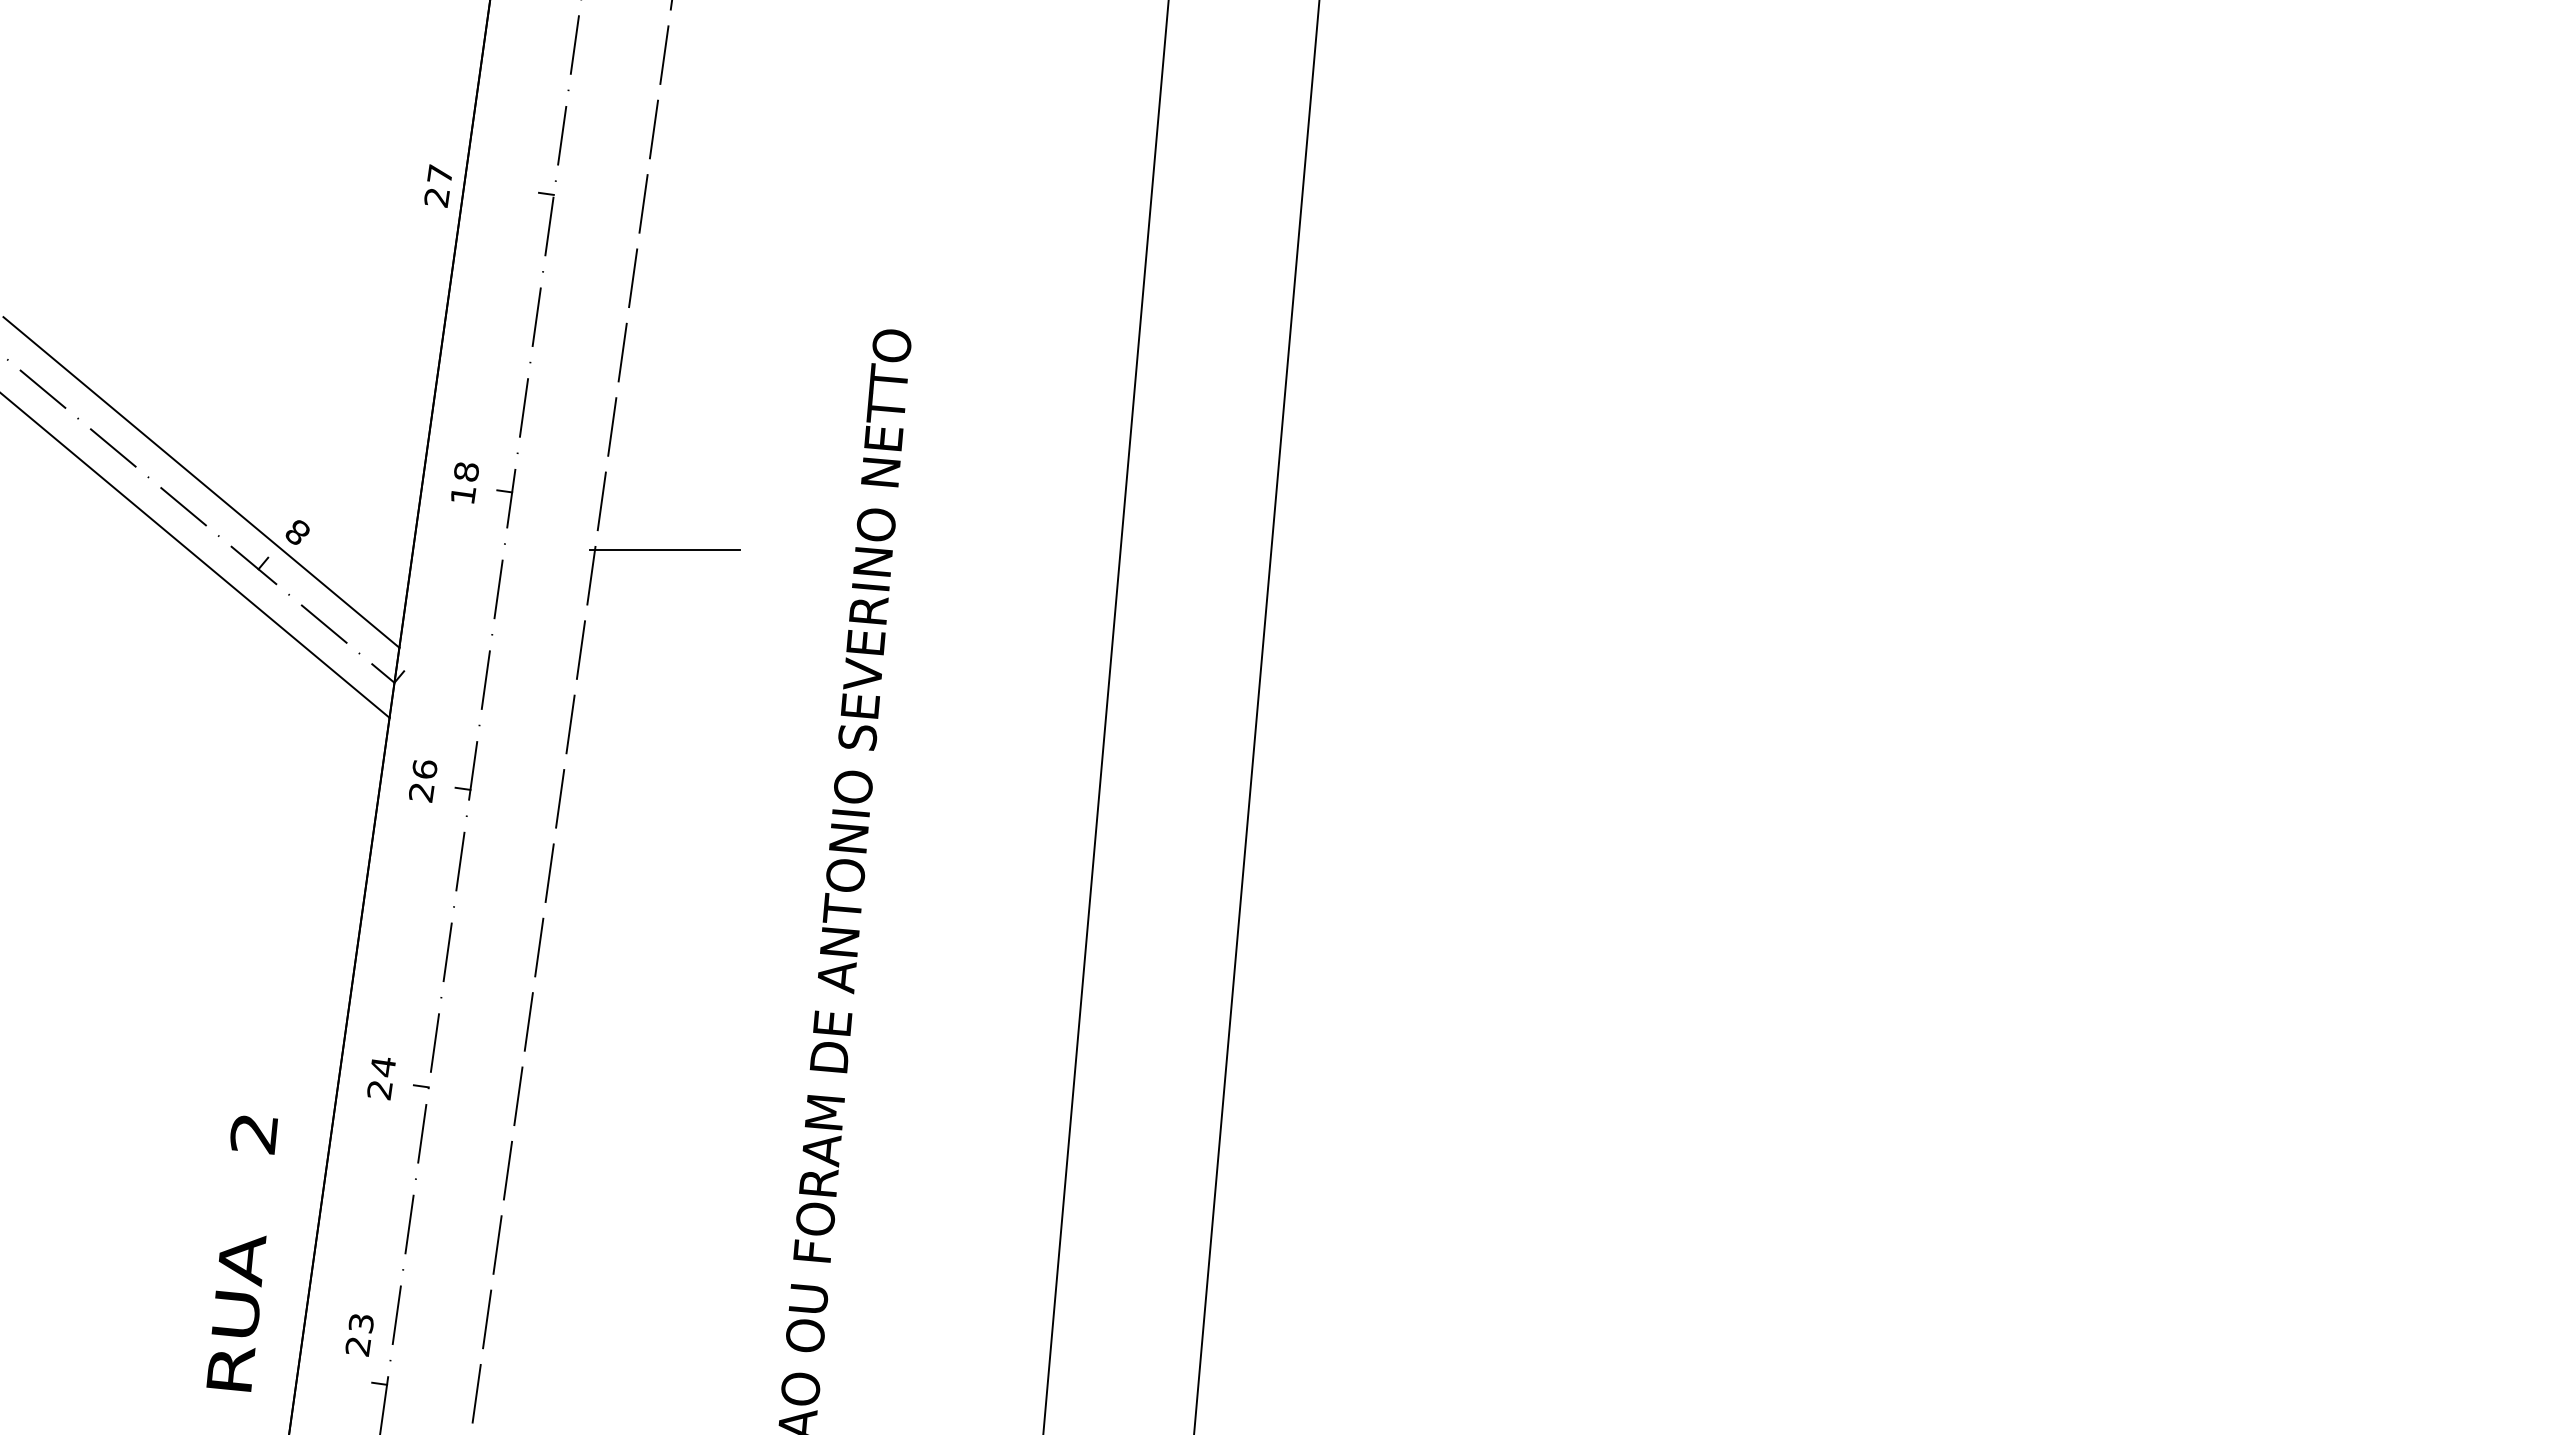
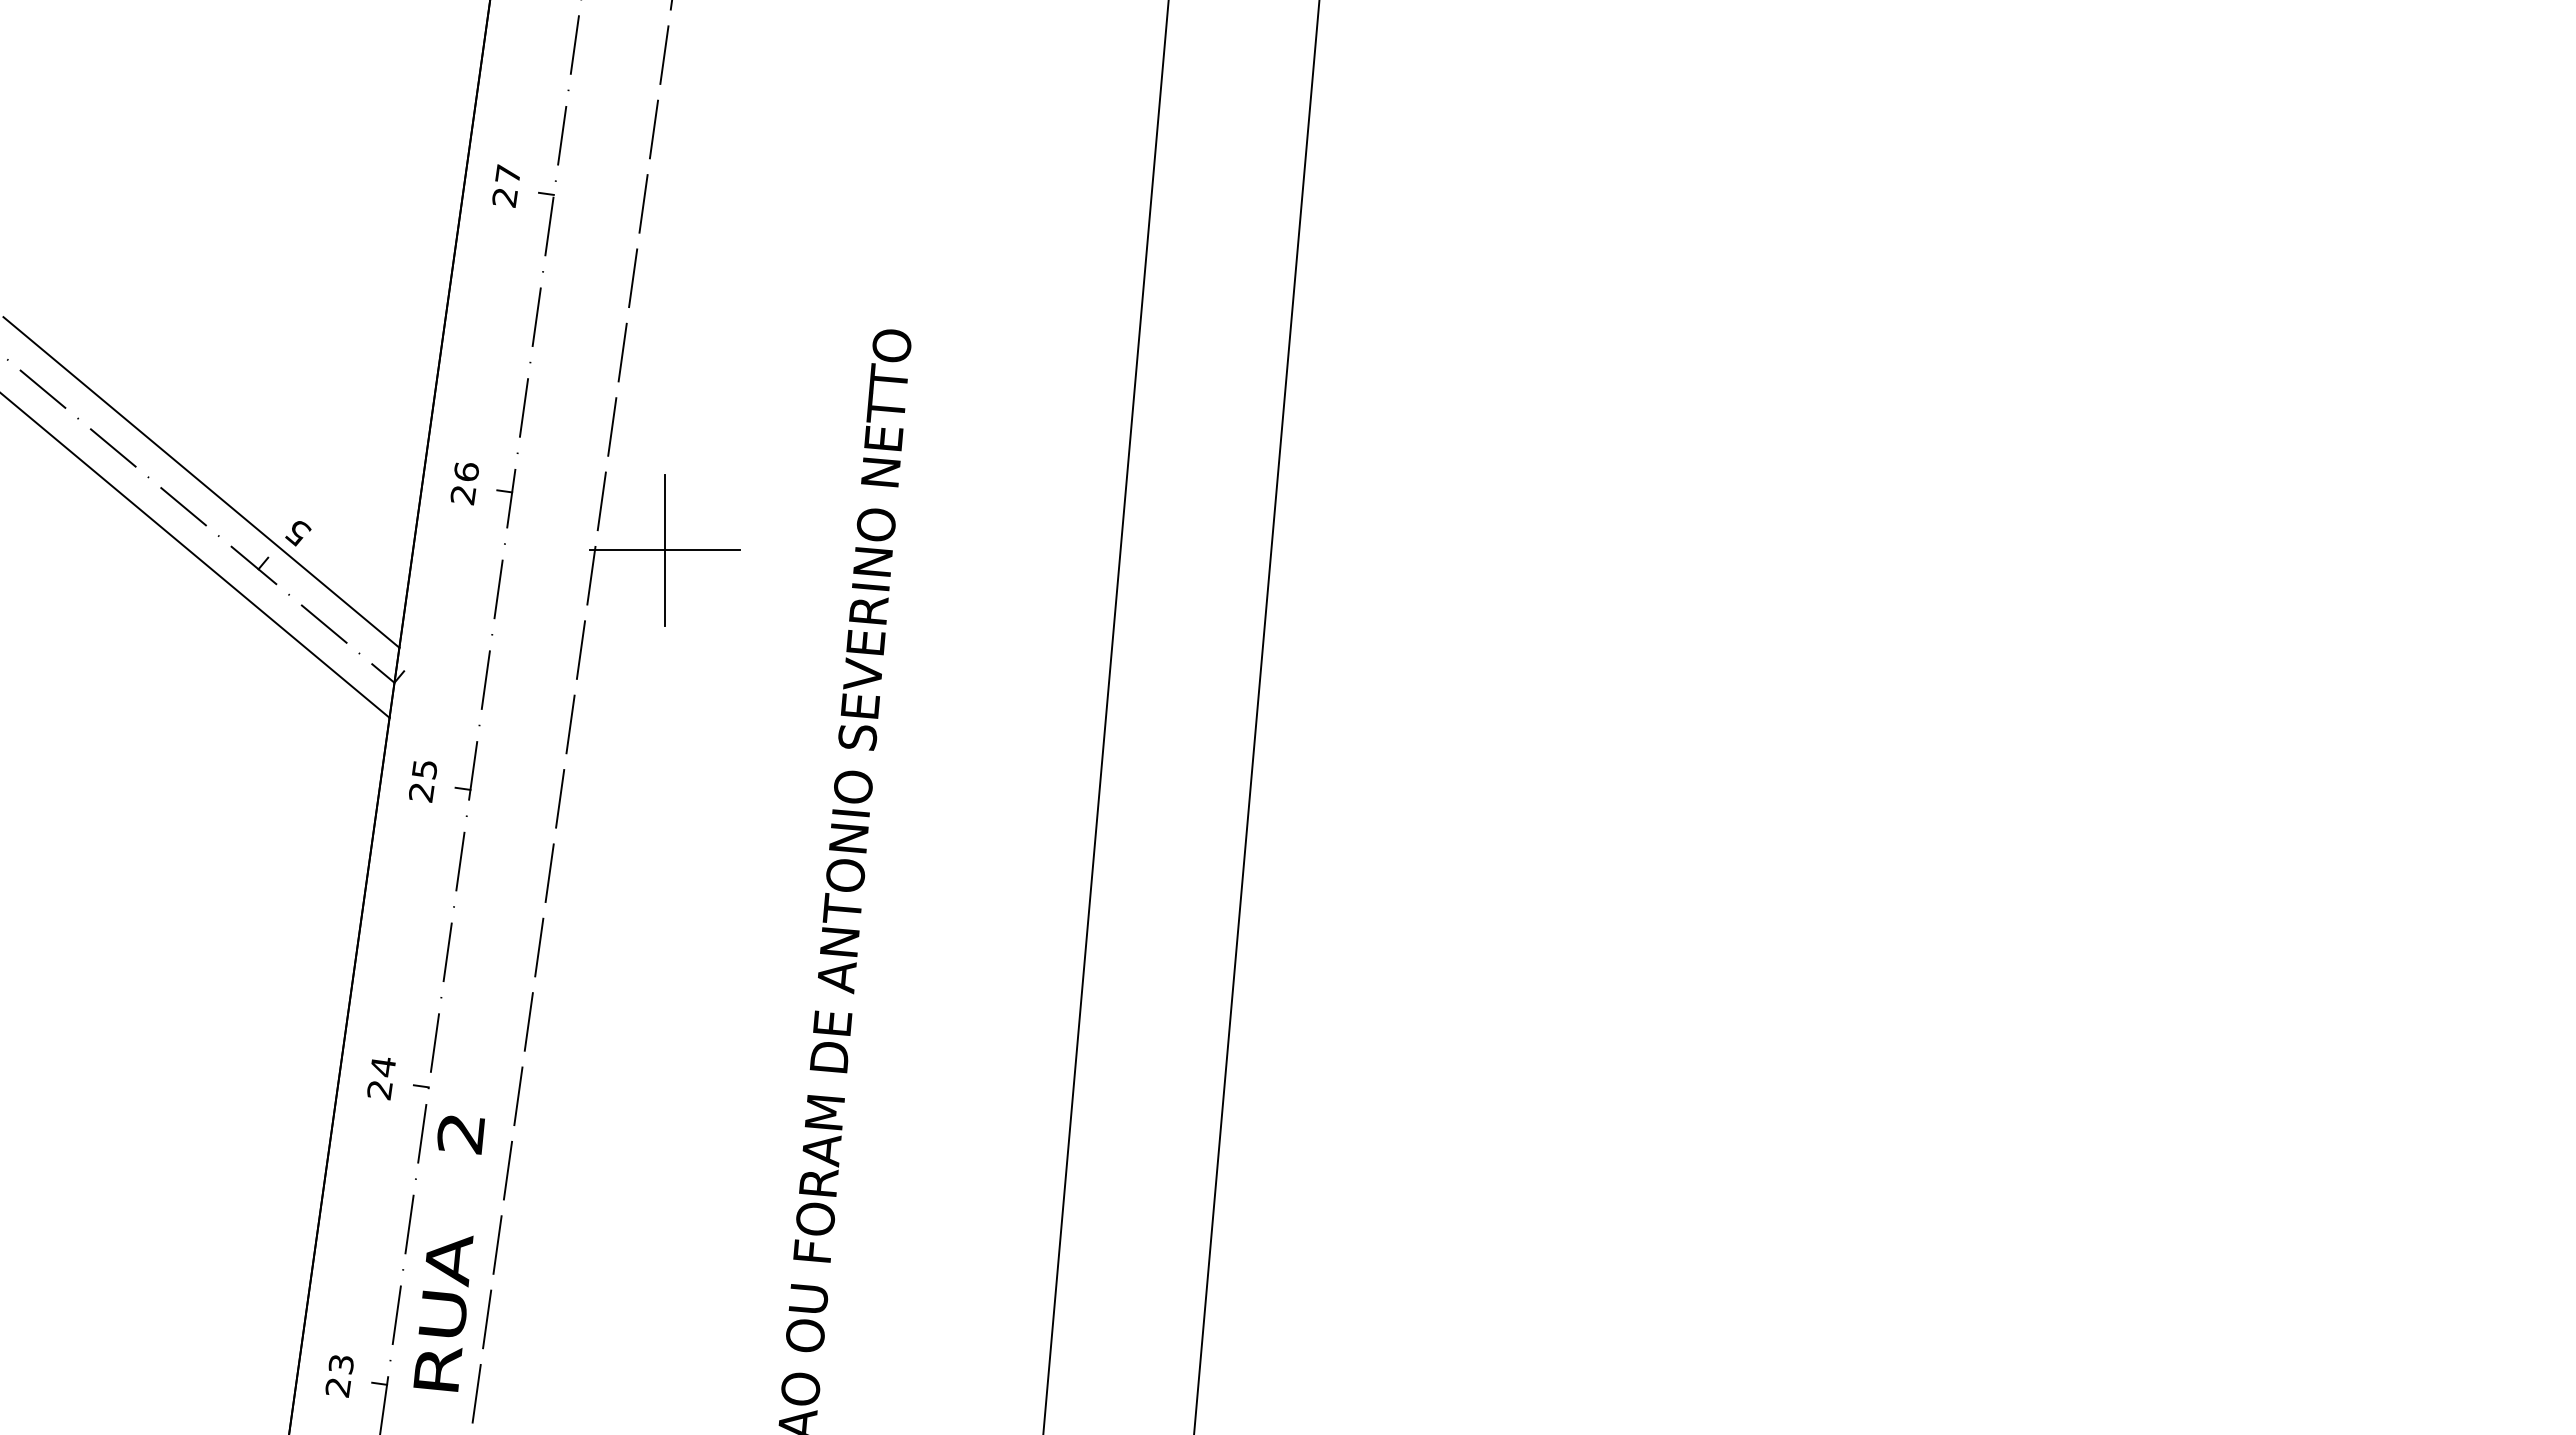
text at (437, 185) position: (437, 185) -> (505, 185)
text at (464, 483): 18 -> 26
text at (298, 533): 8 -> 5
line at (664, 550): none -> present
text at (424, 769): 26 -> 25
text at (241, 1253) position: (241, 1253) -> (448, 1253)
text at (359, 1335) position: (359, 1335) -> (339, 1376)
